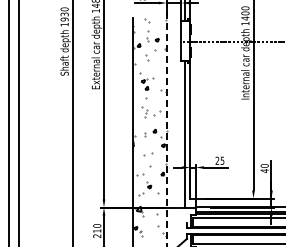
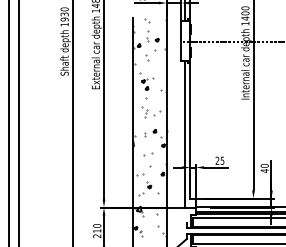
line at (166, 124): dashed -> solid
